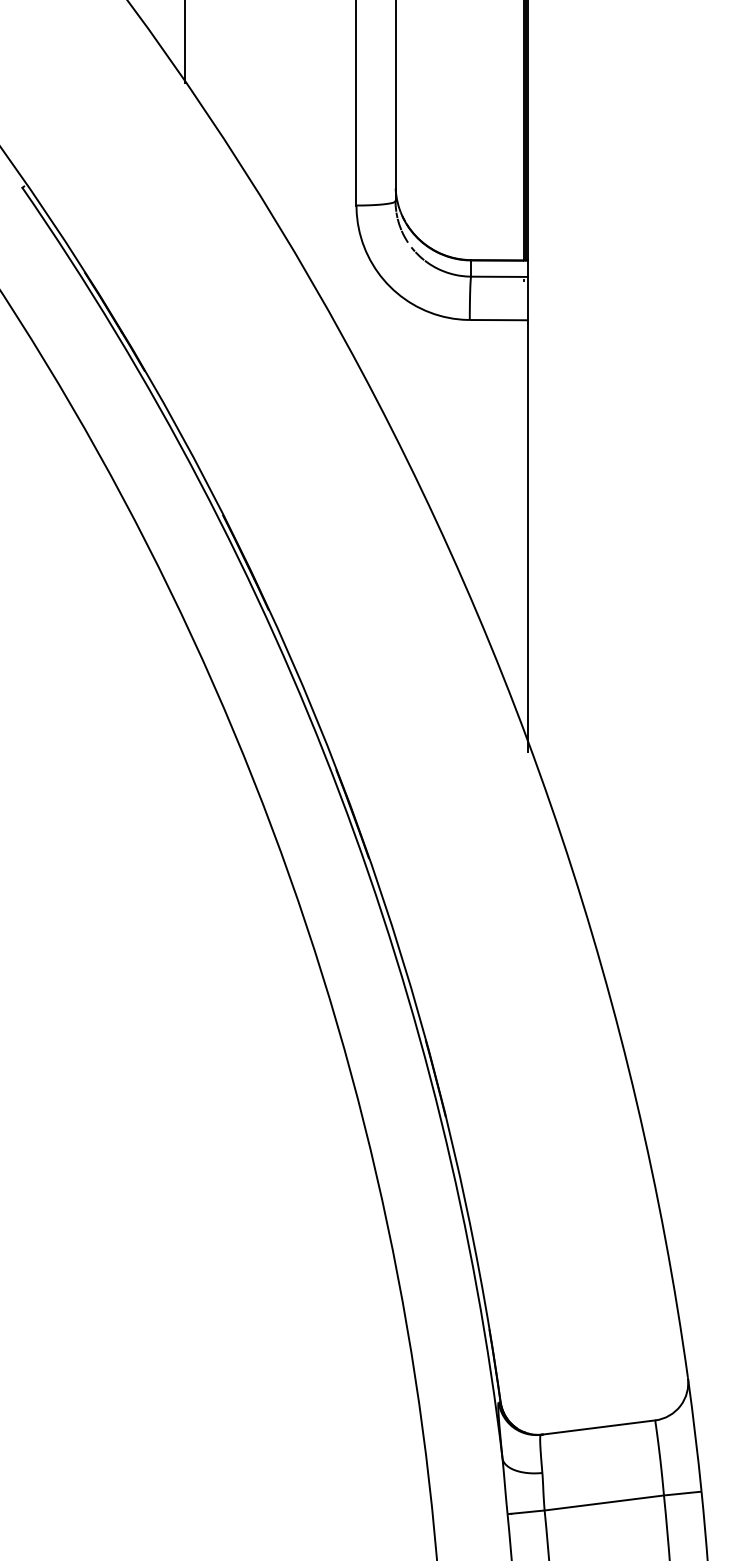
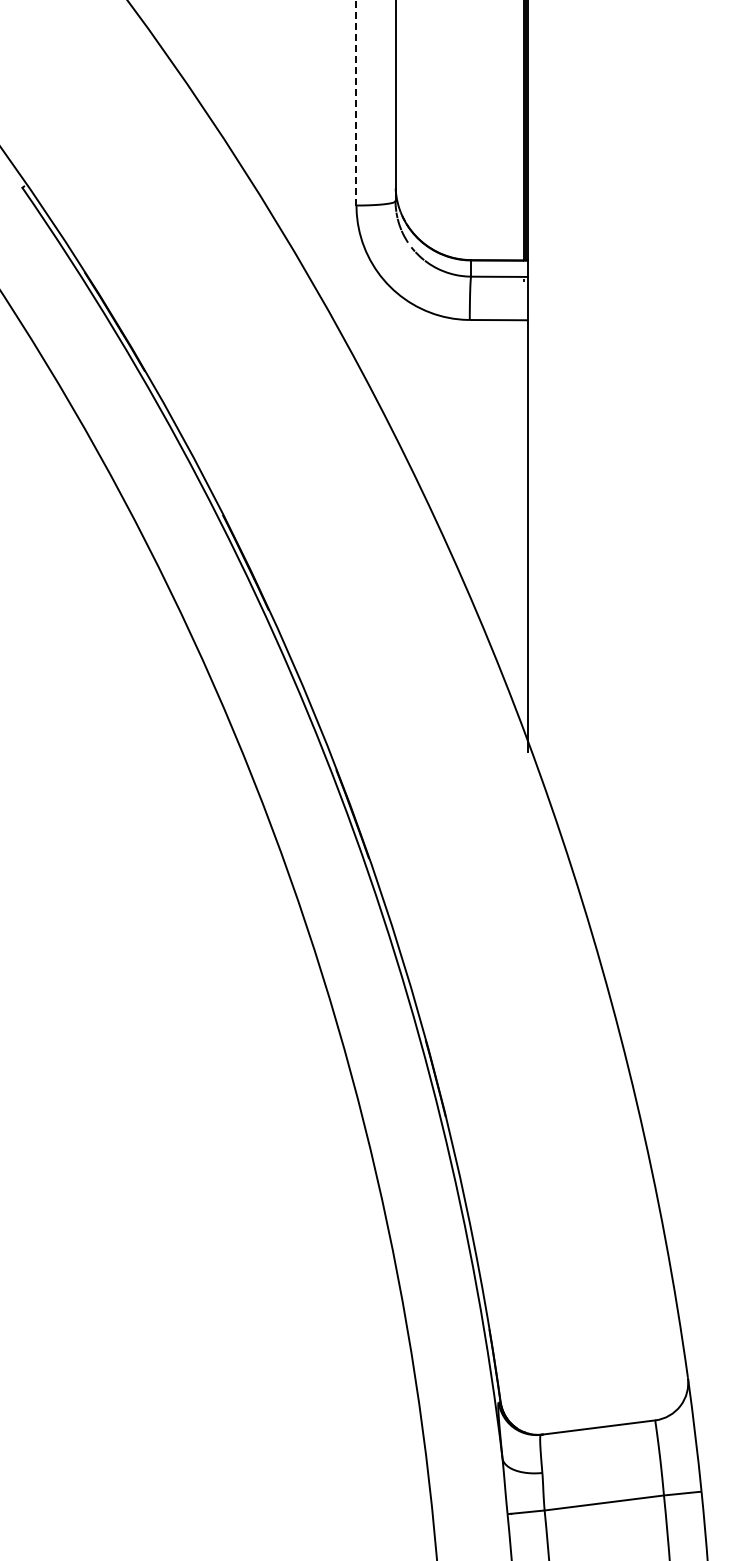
line at (185, 42): present -> none
line at (356, 102): solid -> dashed
